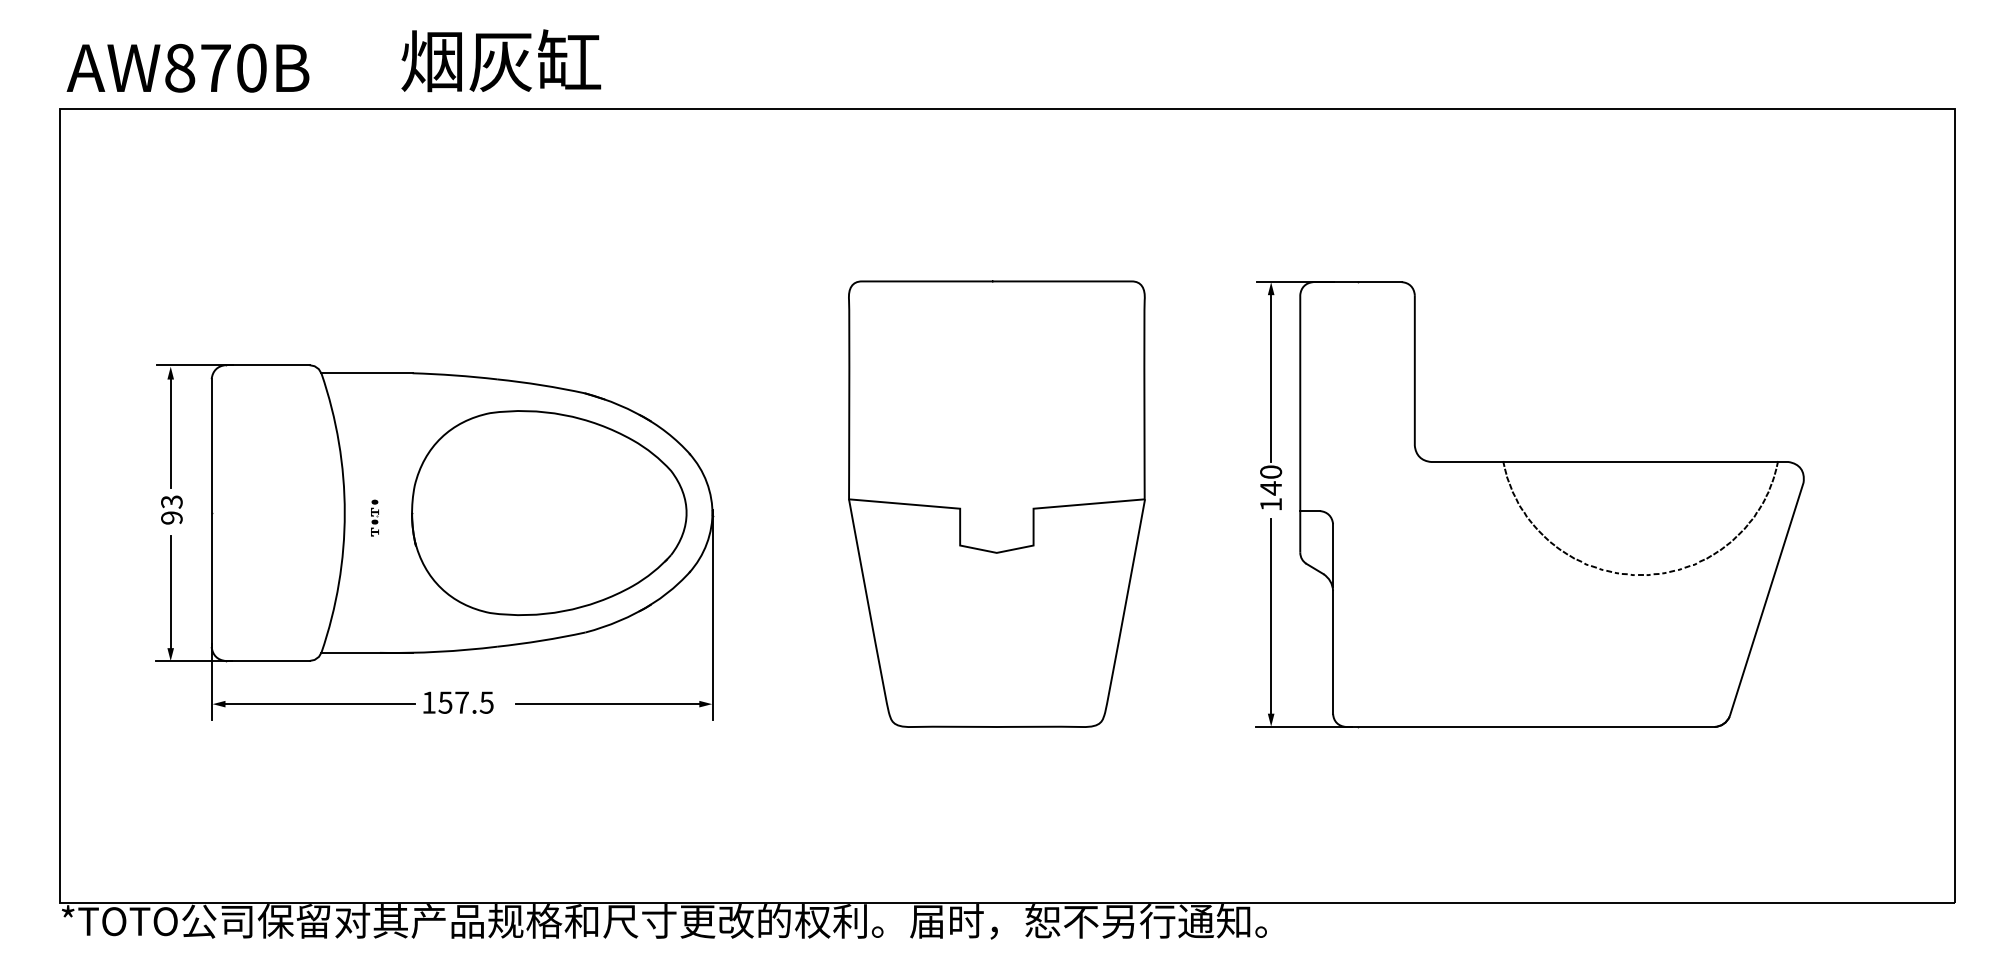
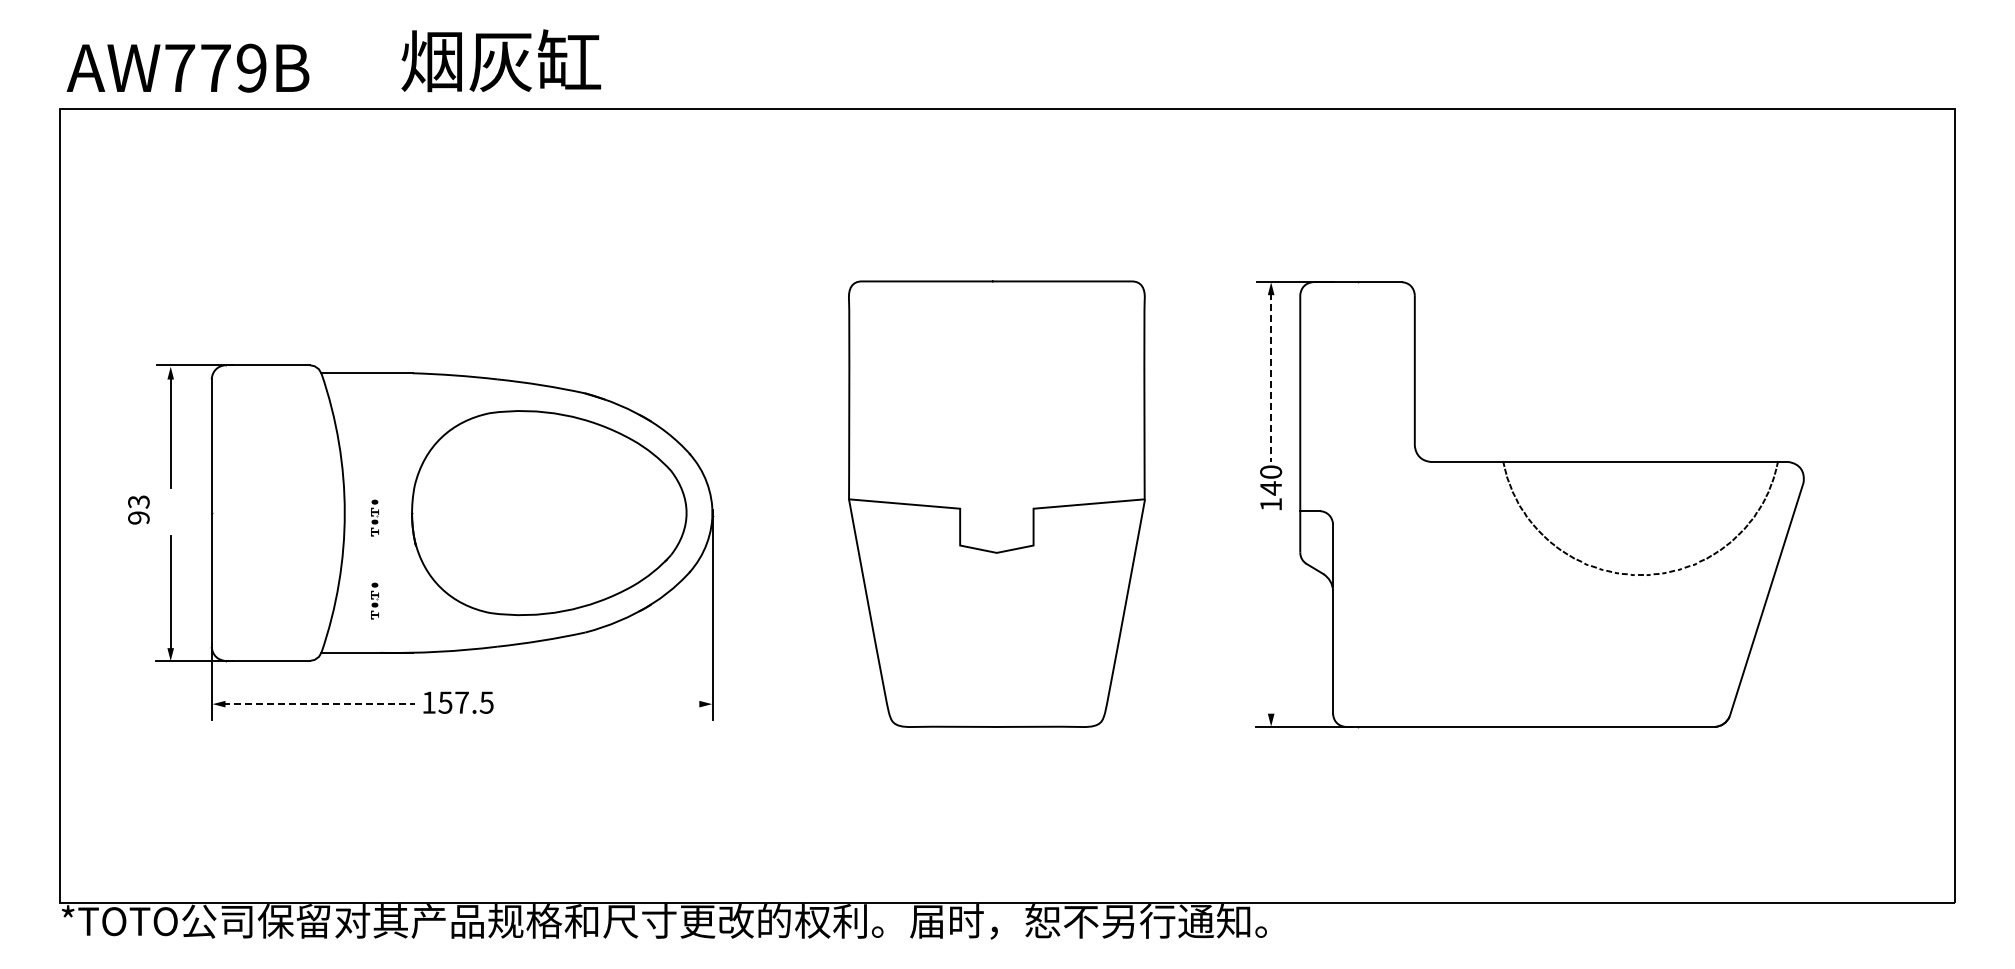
text at (215, 67): AW870B -> AW779B
line at (1271, 377): solid -> dashed
text at (171, 509) position: (171, 509) -> (138, 509)
part at (374, 600): none -> present
line at (1271, 617): present -> none
line at (319, 704): solid -> dashed
line at (608, 704): present -> none
